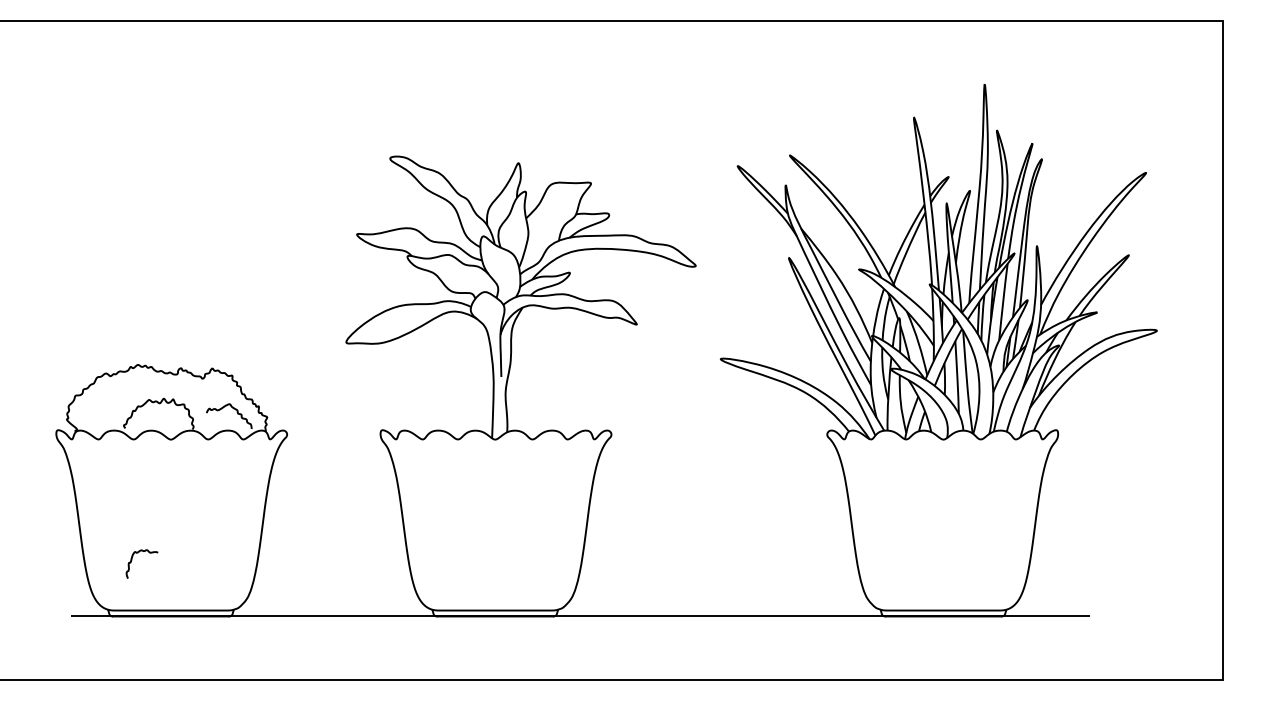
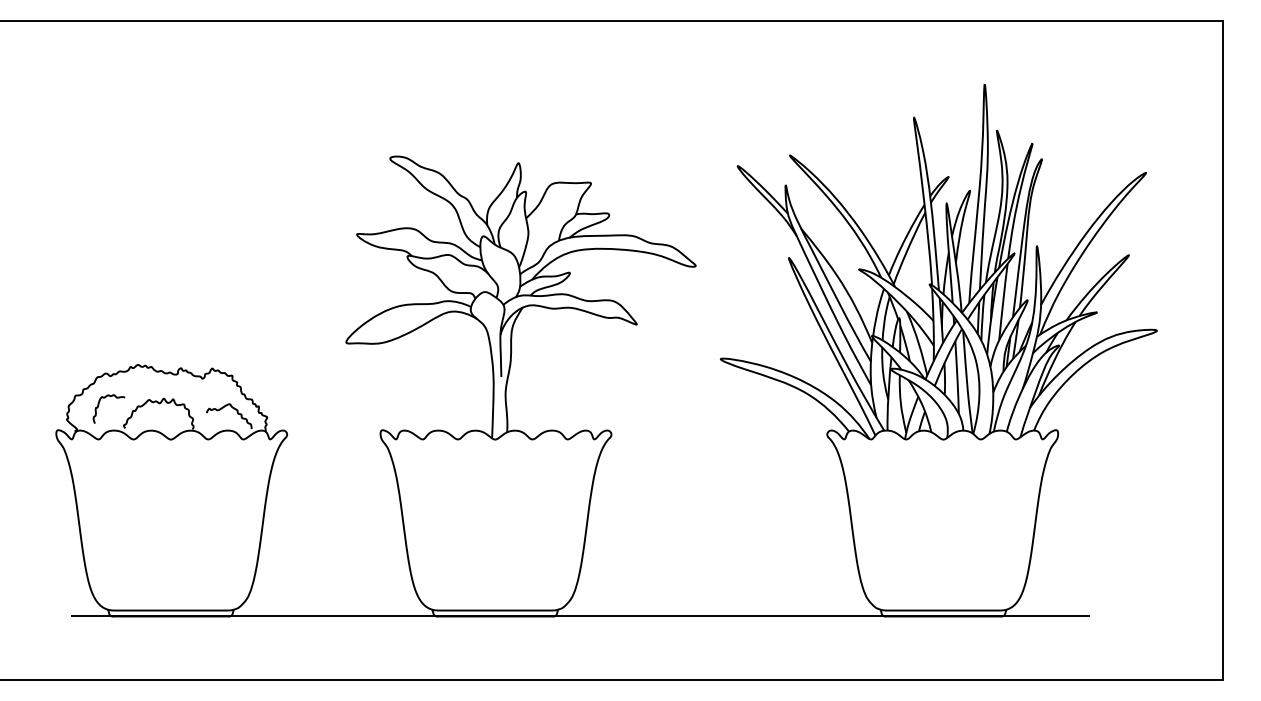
curve at (132, 560) position: (132, 560) -> (99, 405)
